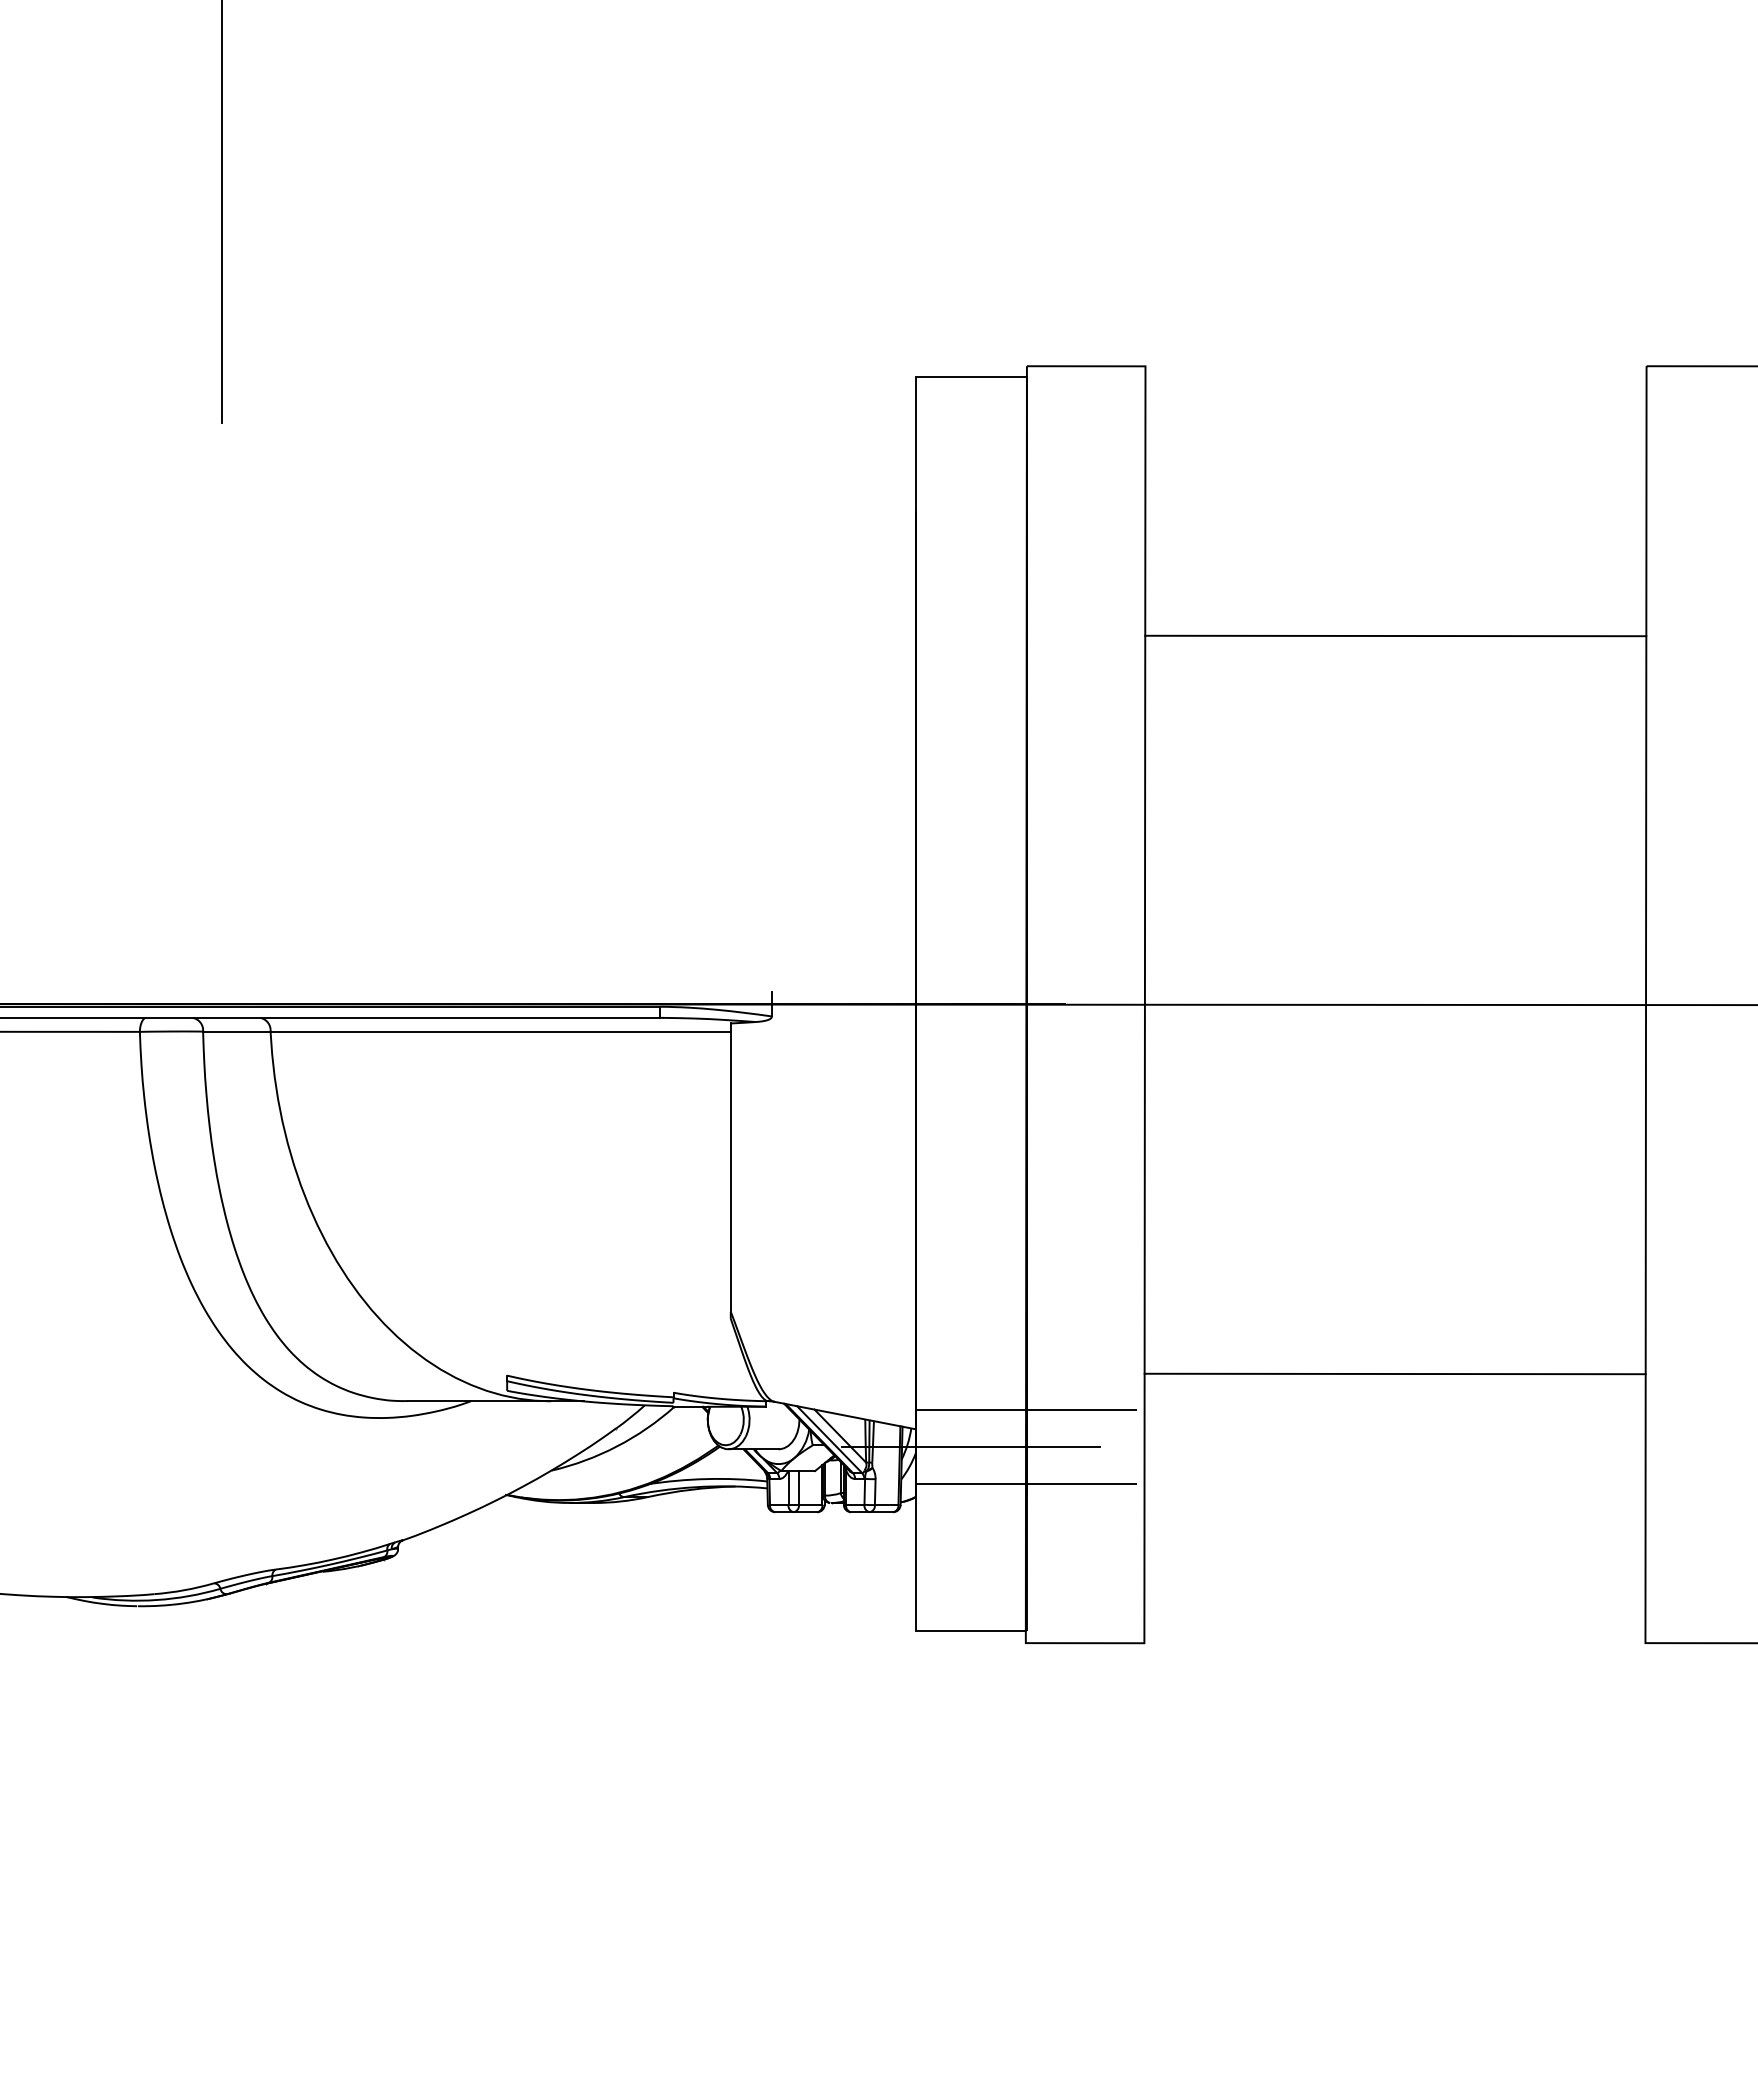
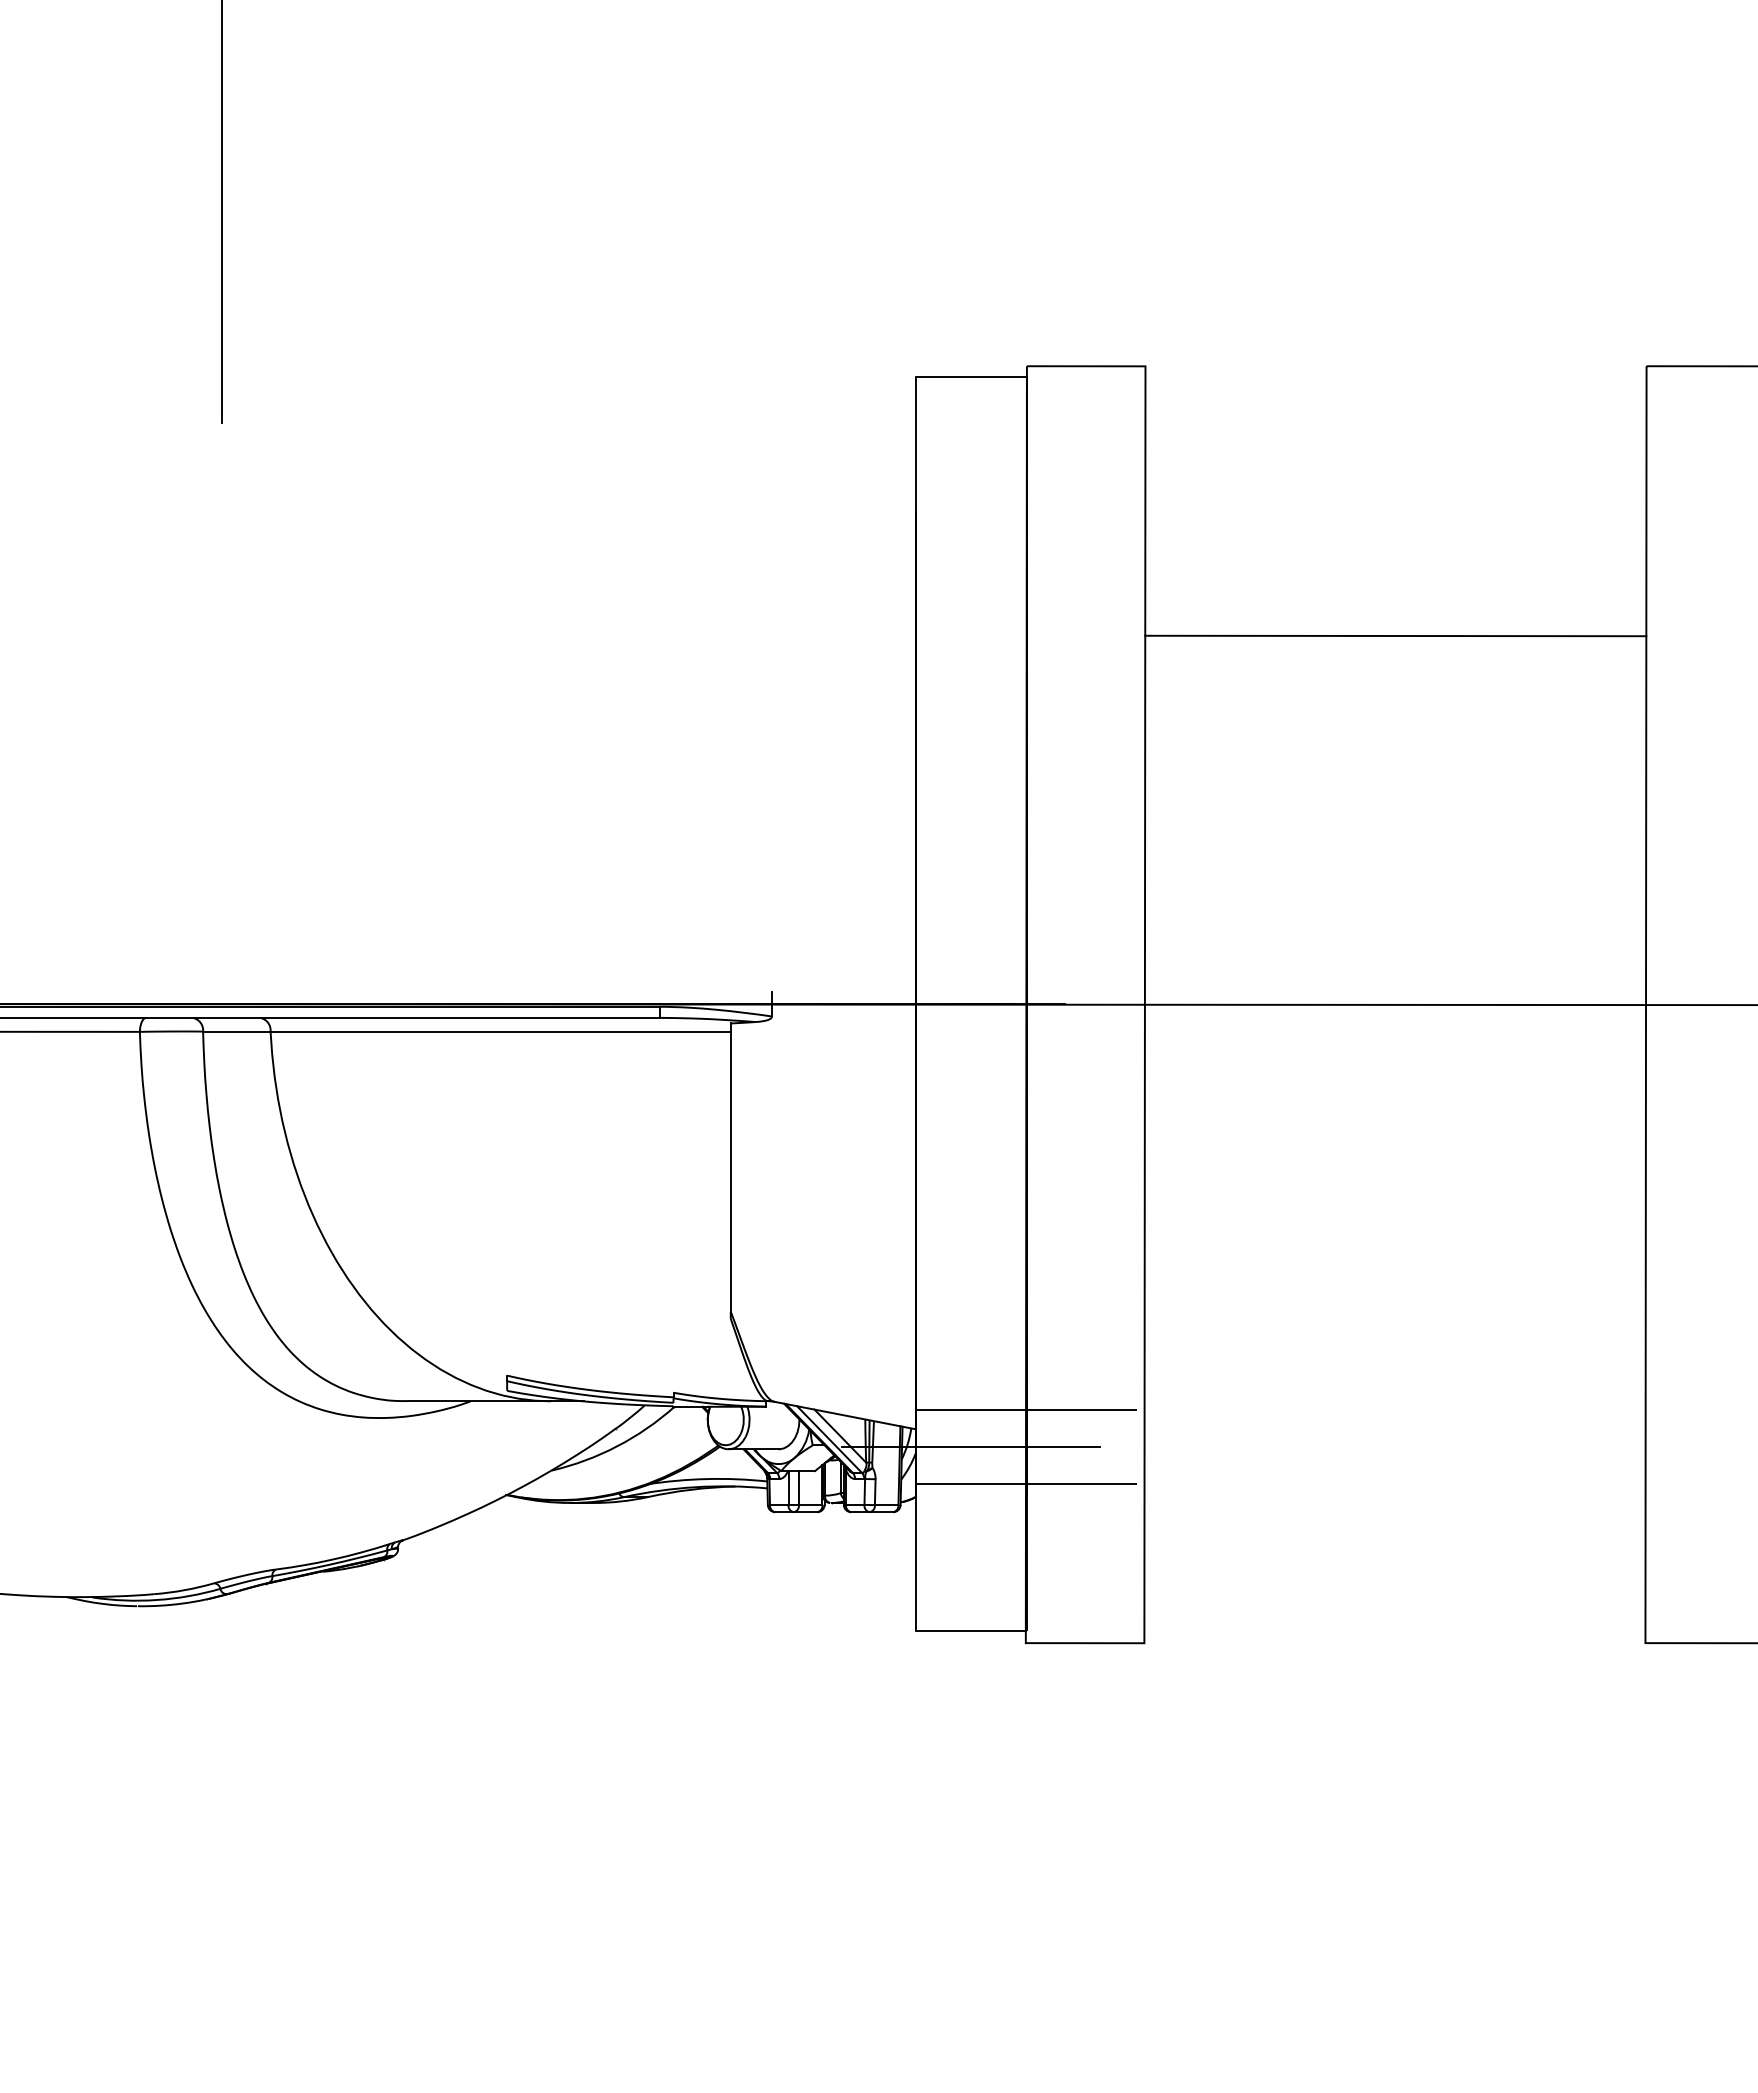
line at (1394, 1373): present -> none
